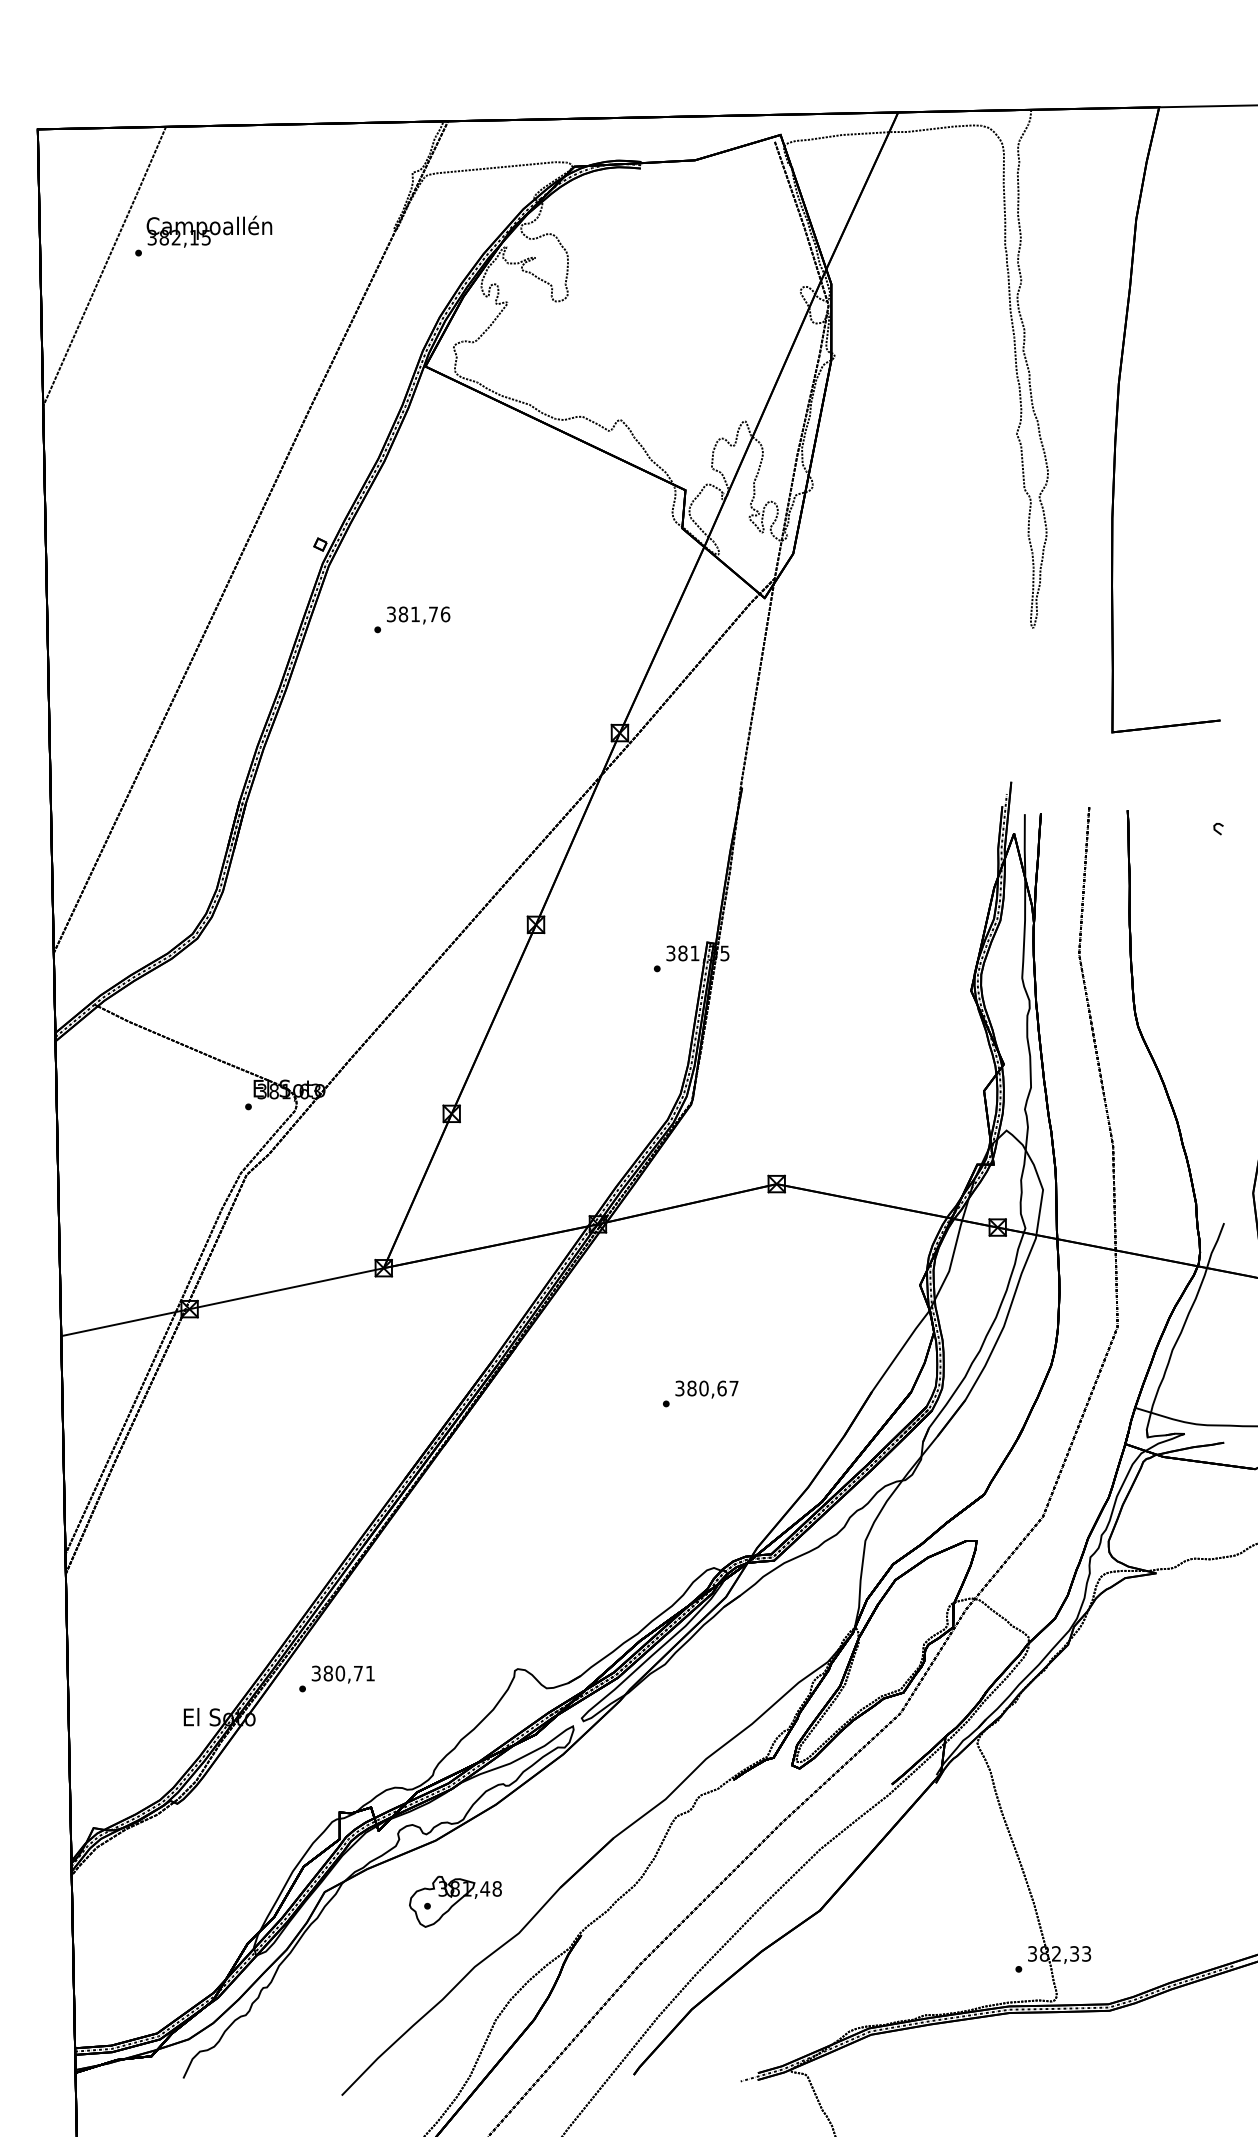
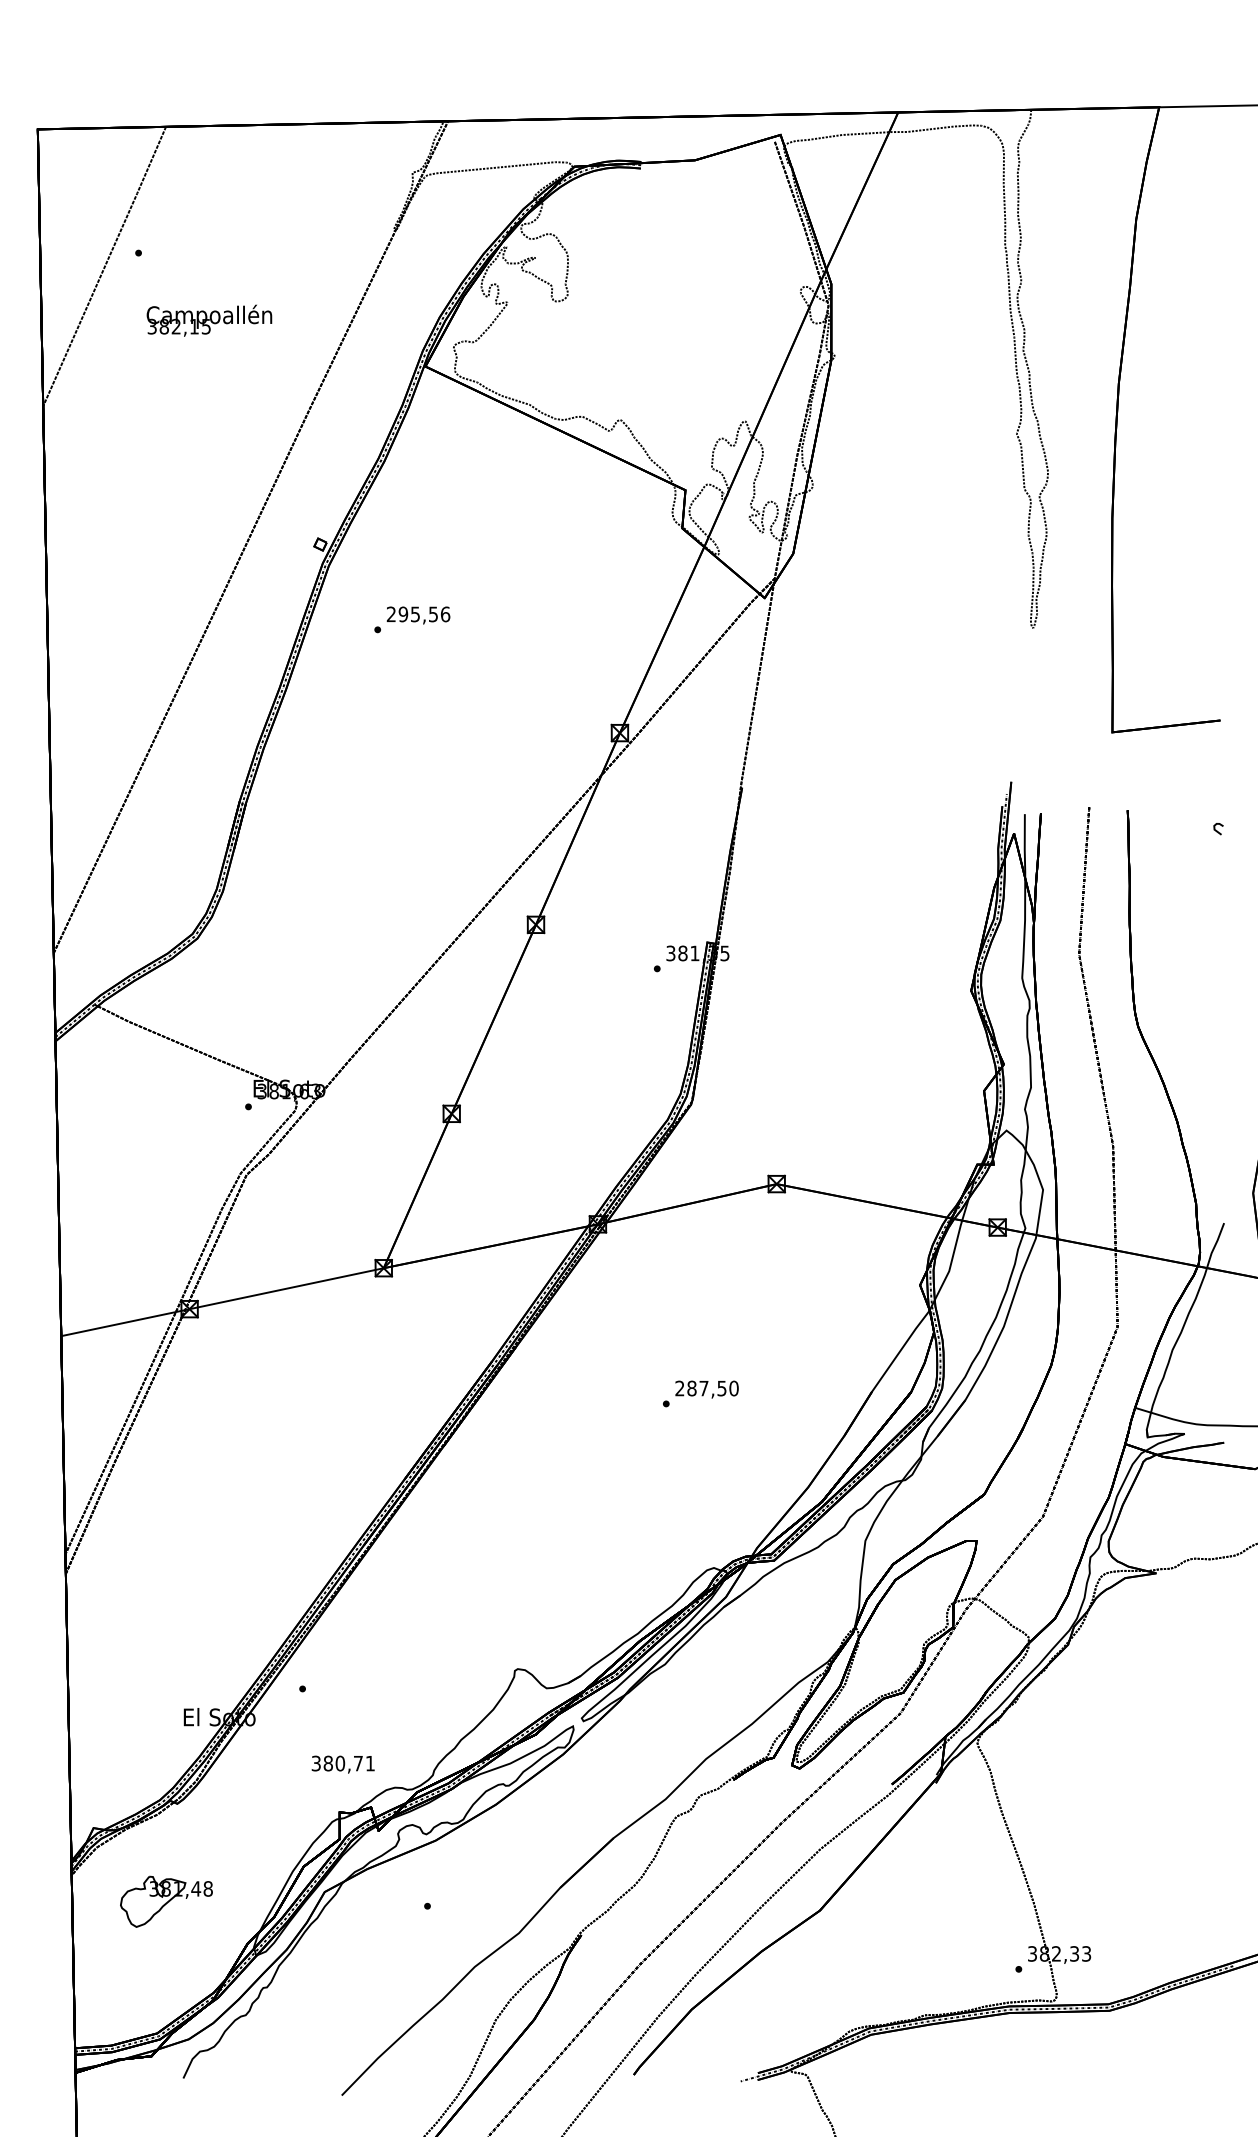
text at (209, 231) position: (209, 231) -> (209, 320)
text at (412, 614): 381,76 -> 295,56
text at (706, 1388): 380,67 -> 287,50
text at (342, 1674) position: (342, 1674) -> (342, 1764)
part at (455, 1901) position: (455, 1901) -> (166, 1901)
